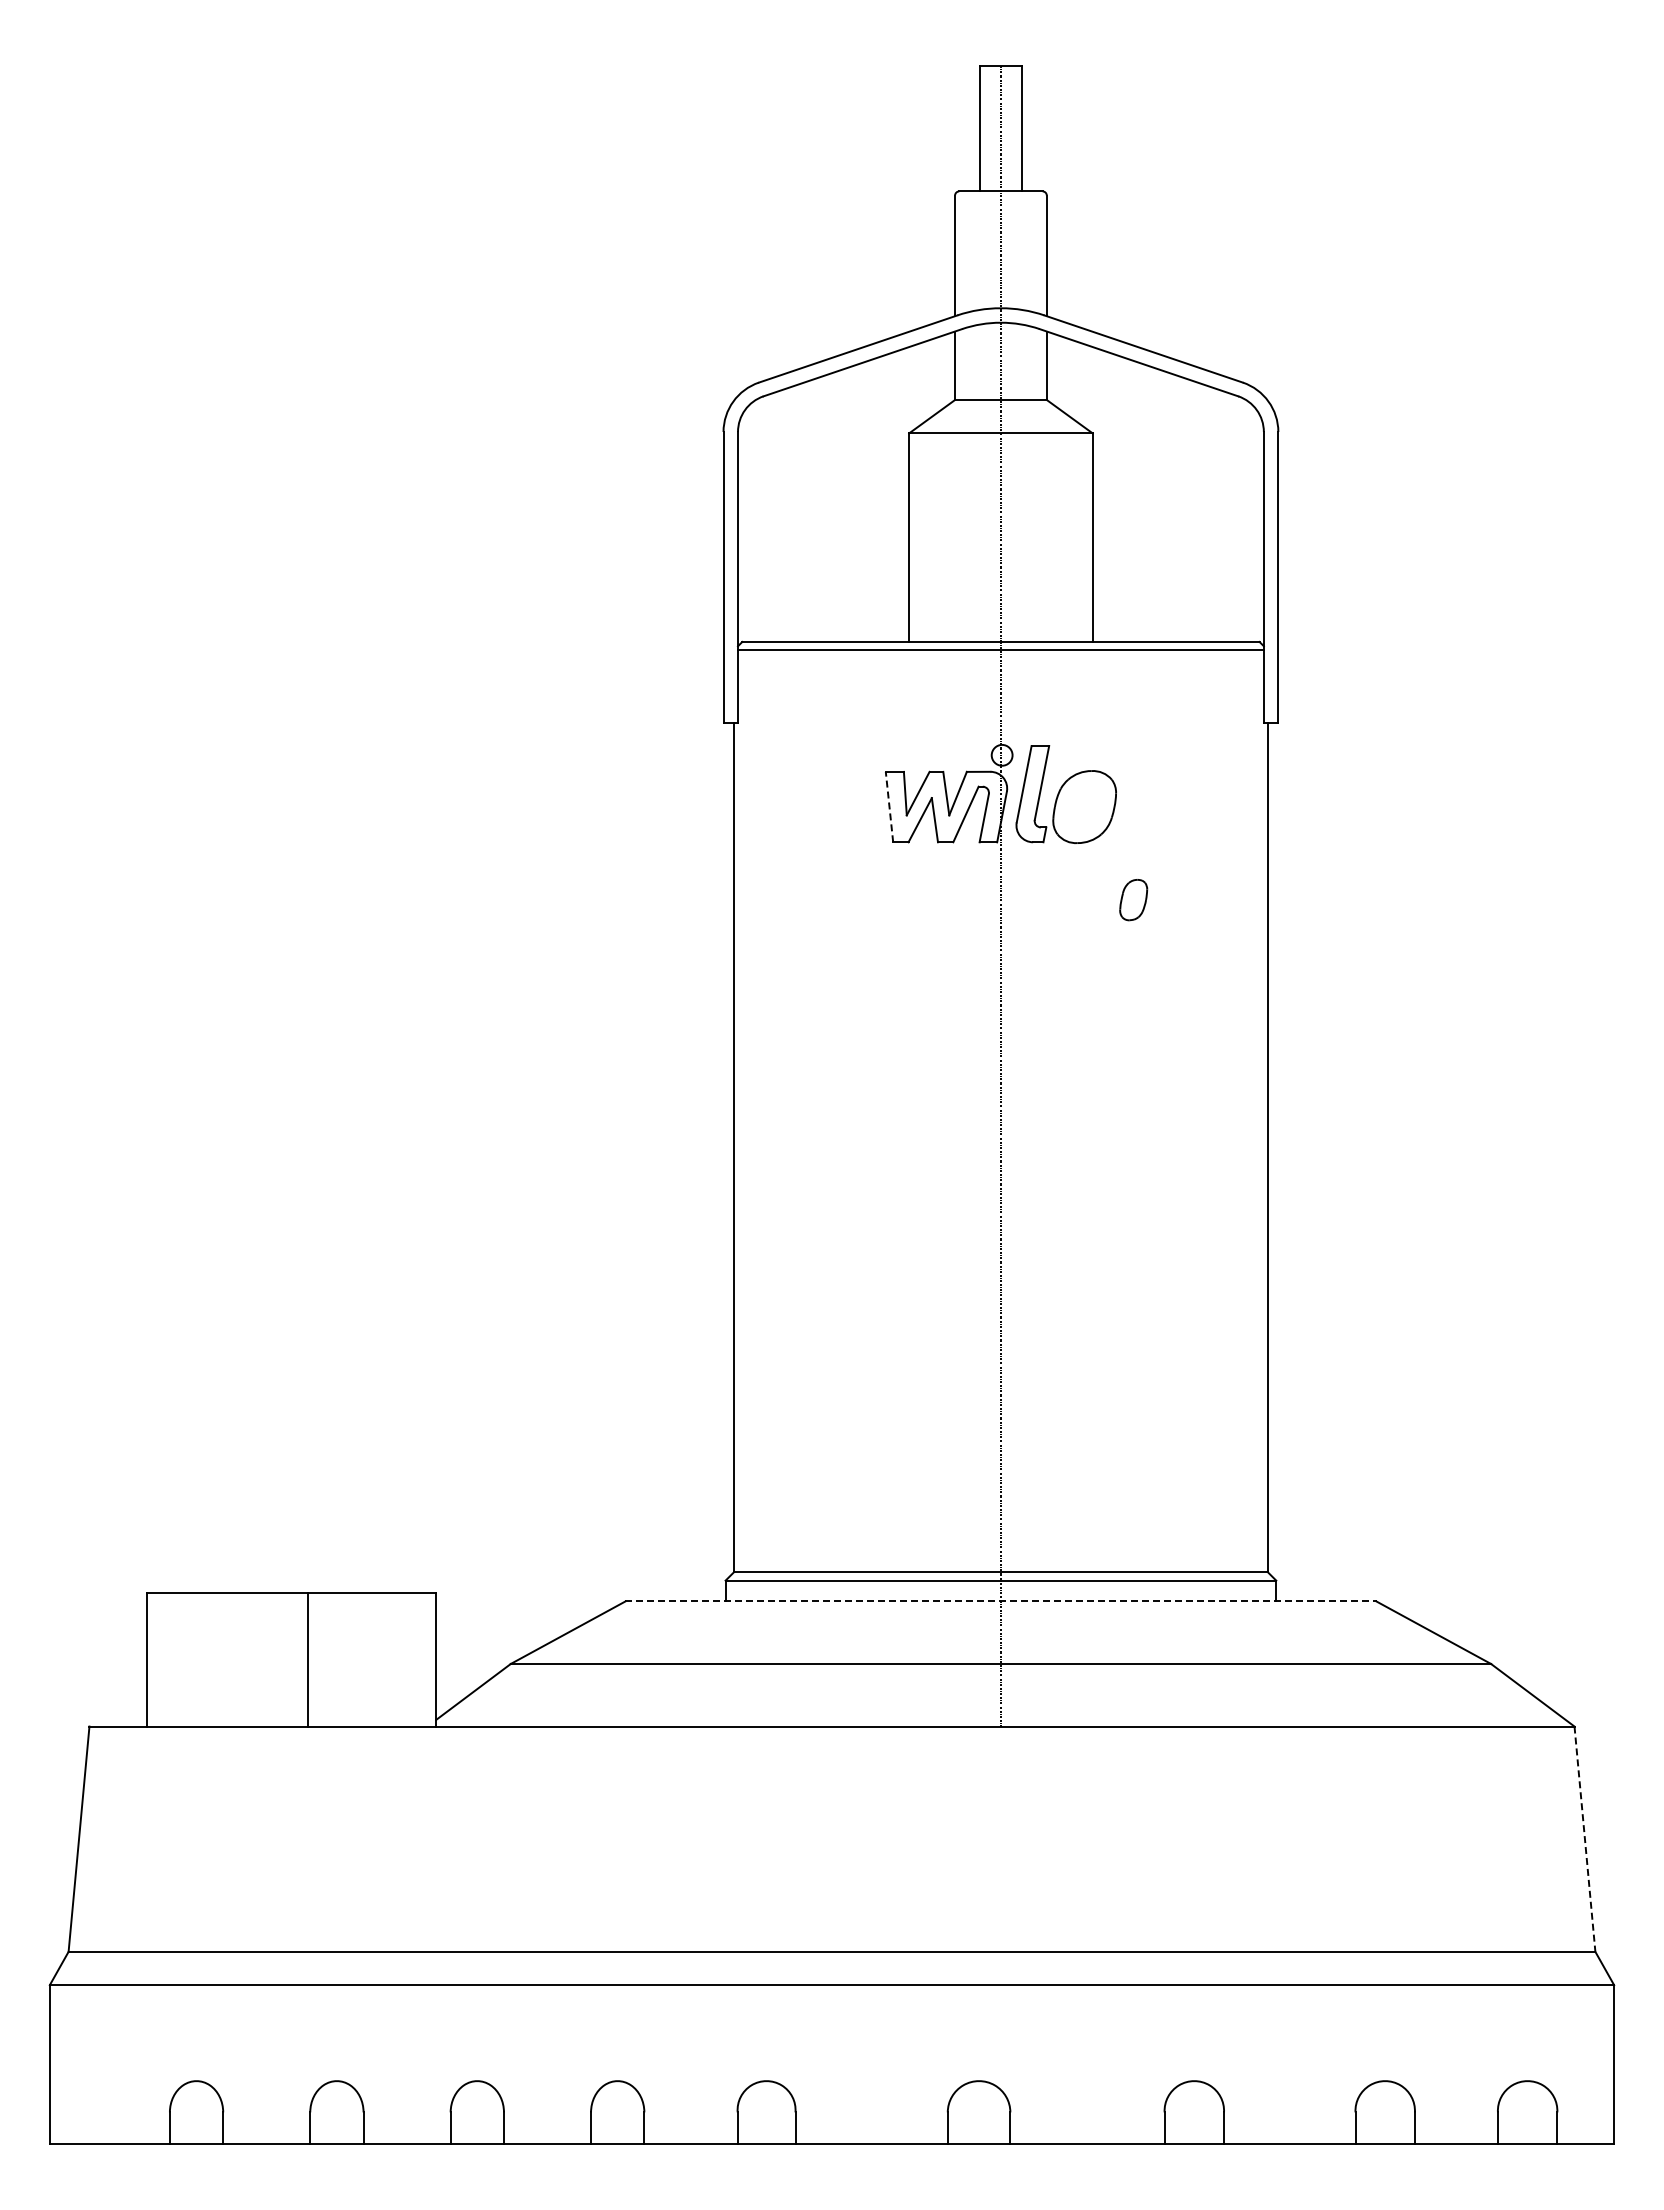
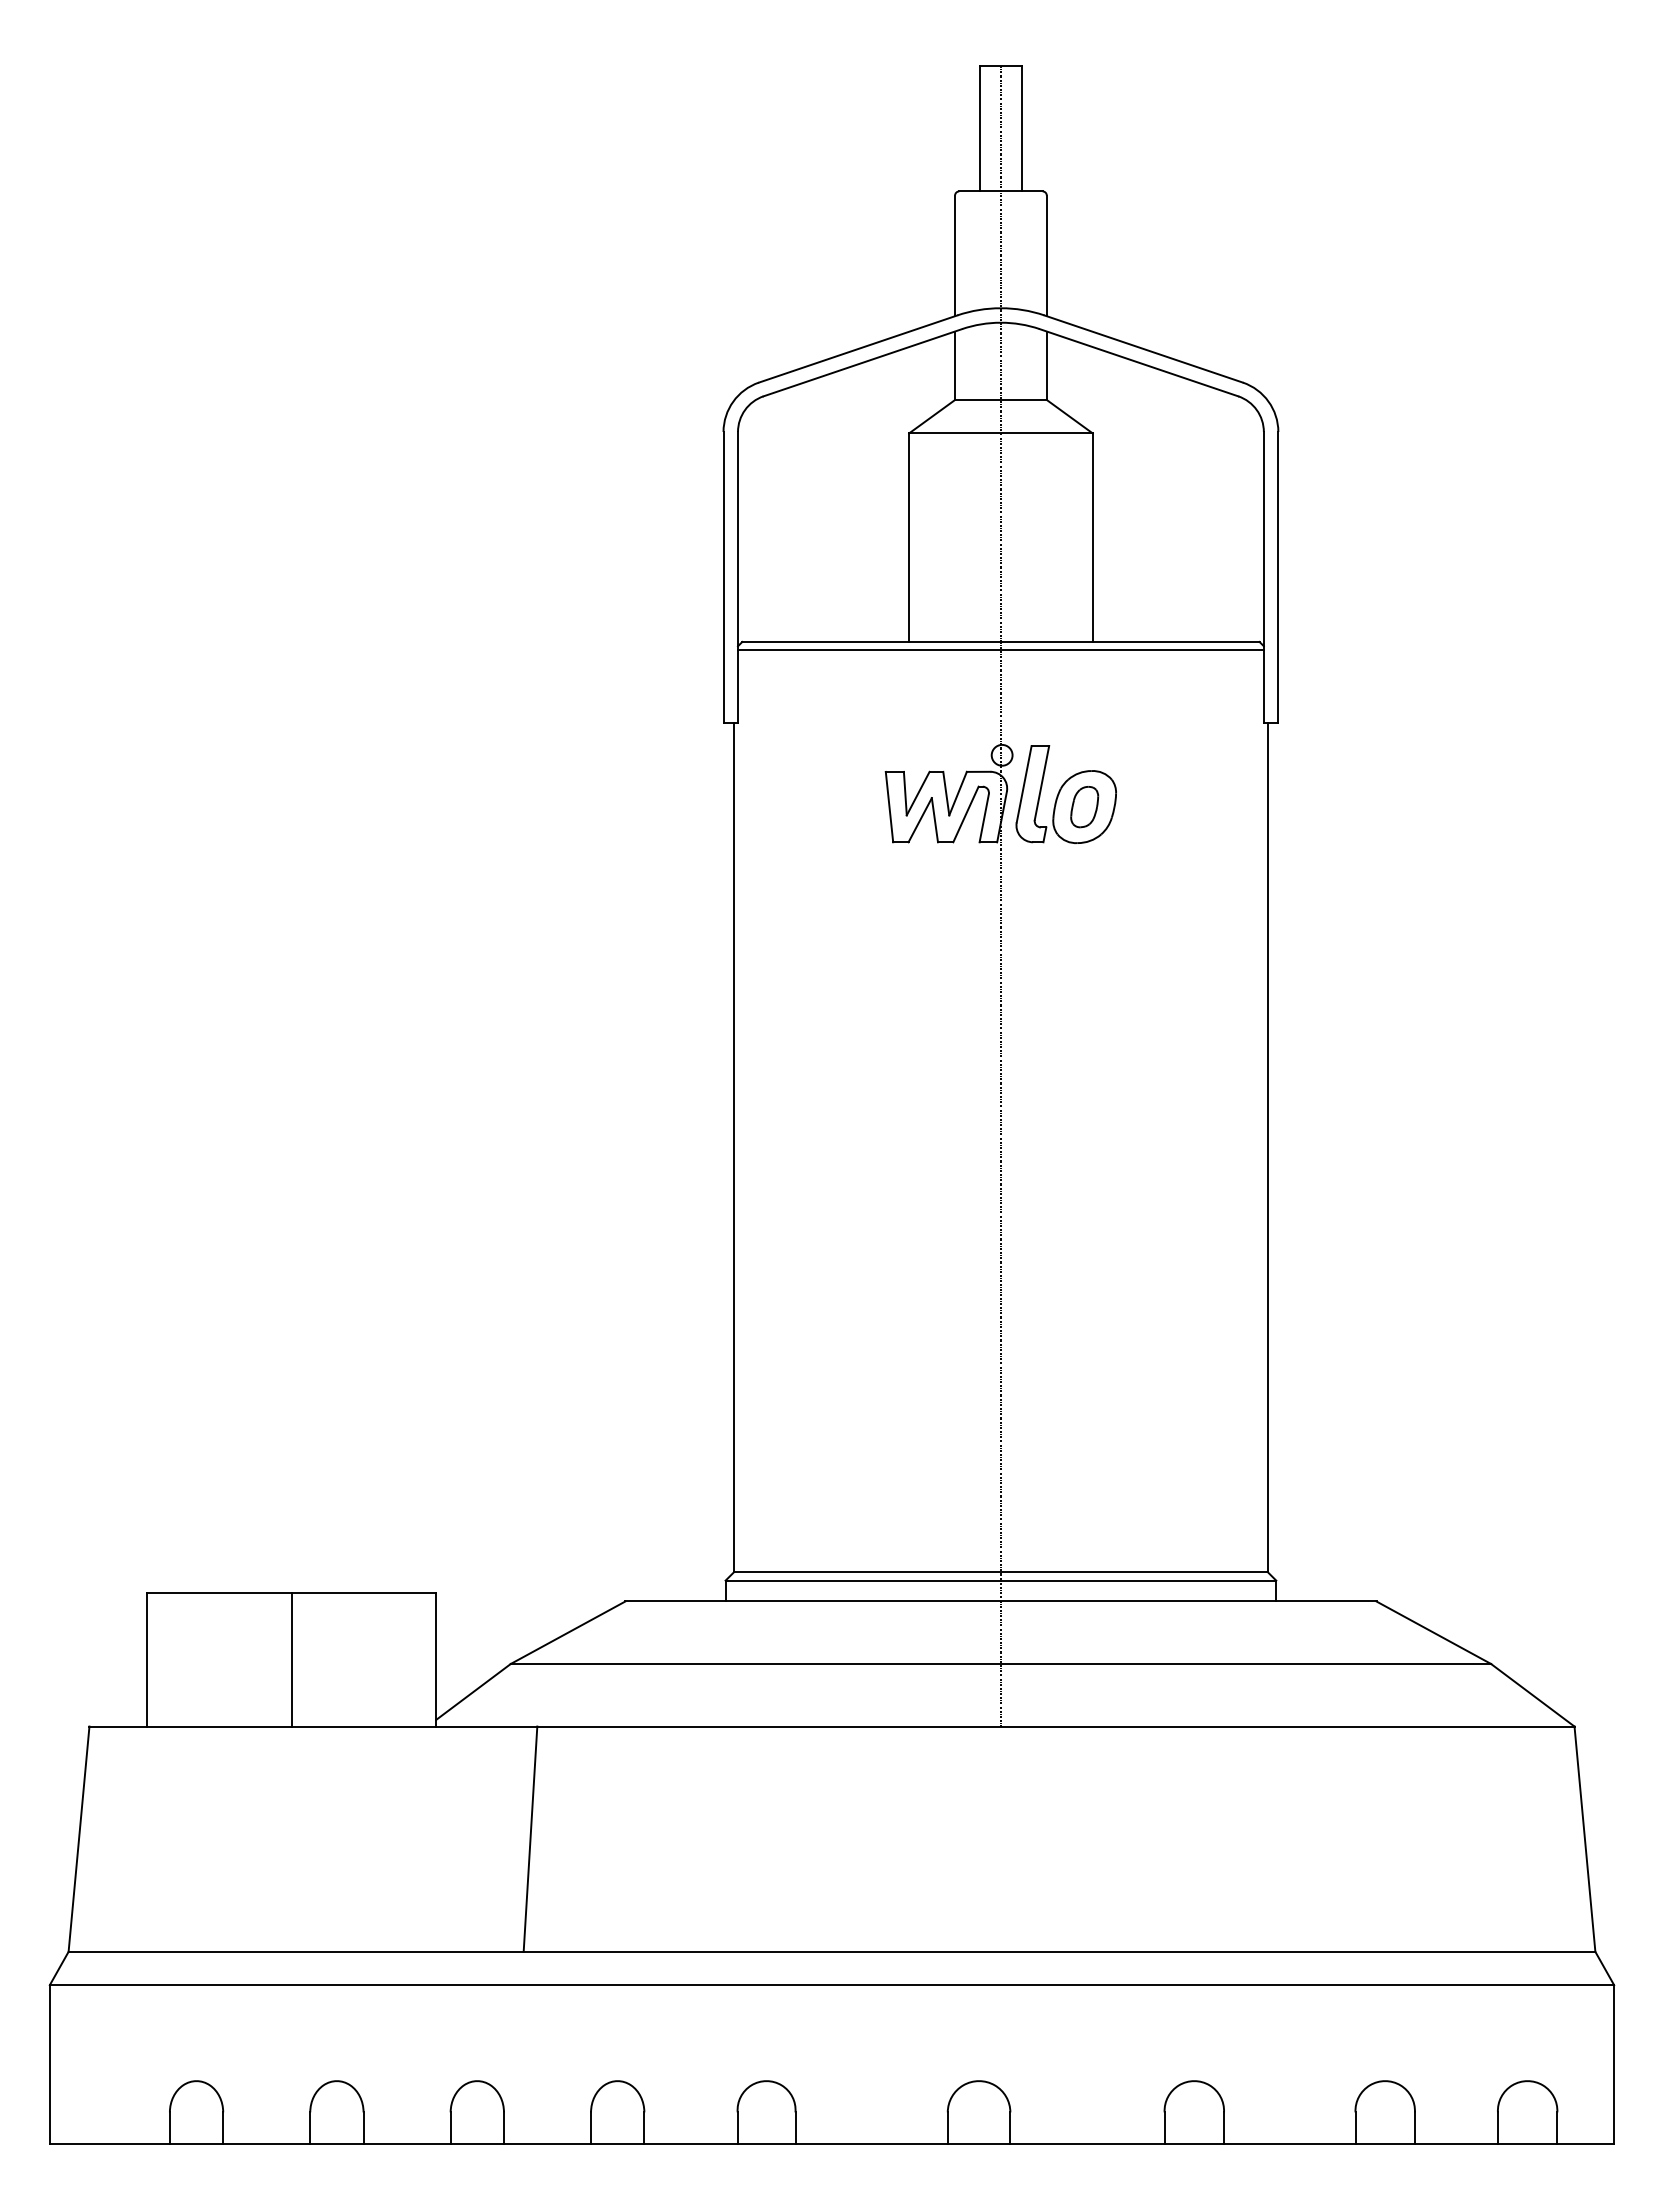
line at (889, 806): dashed -> solid
part at (1133, 900) position: (1133, 900) -> (1084, 807)
line at (1000, 1601): dashed -> solid
line at (307, 1659) position: (307, 1659) -> (291, 1659)
line at (530, 1838): none -> present
line at (1584, 1839): dashed -> solid
